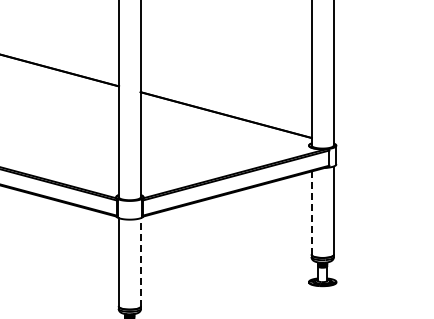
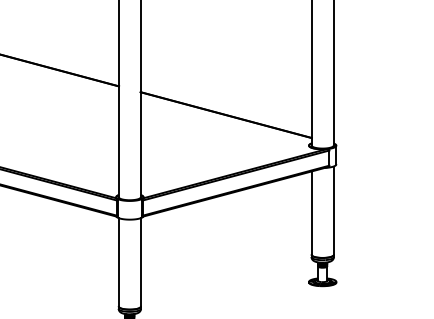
line at (311, 213): dashed -> solid
line at (140, 261): dashed -> solid
